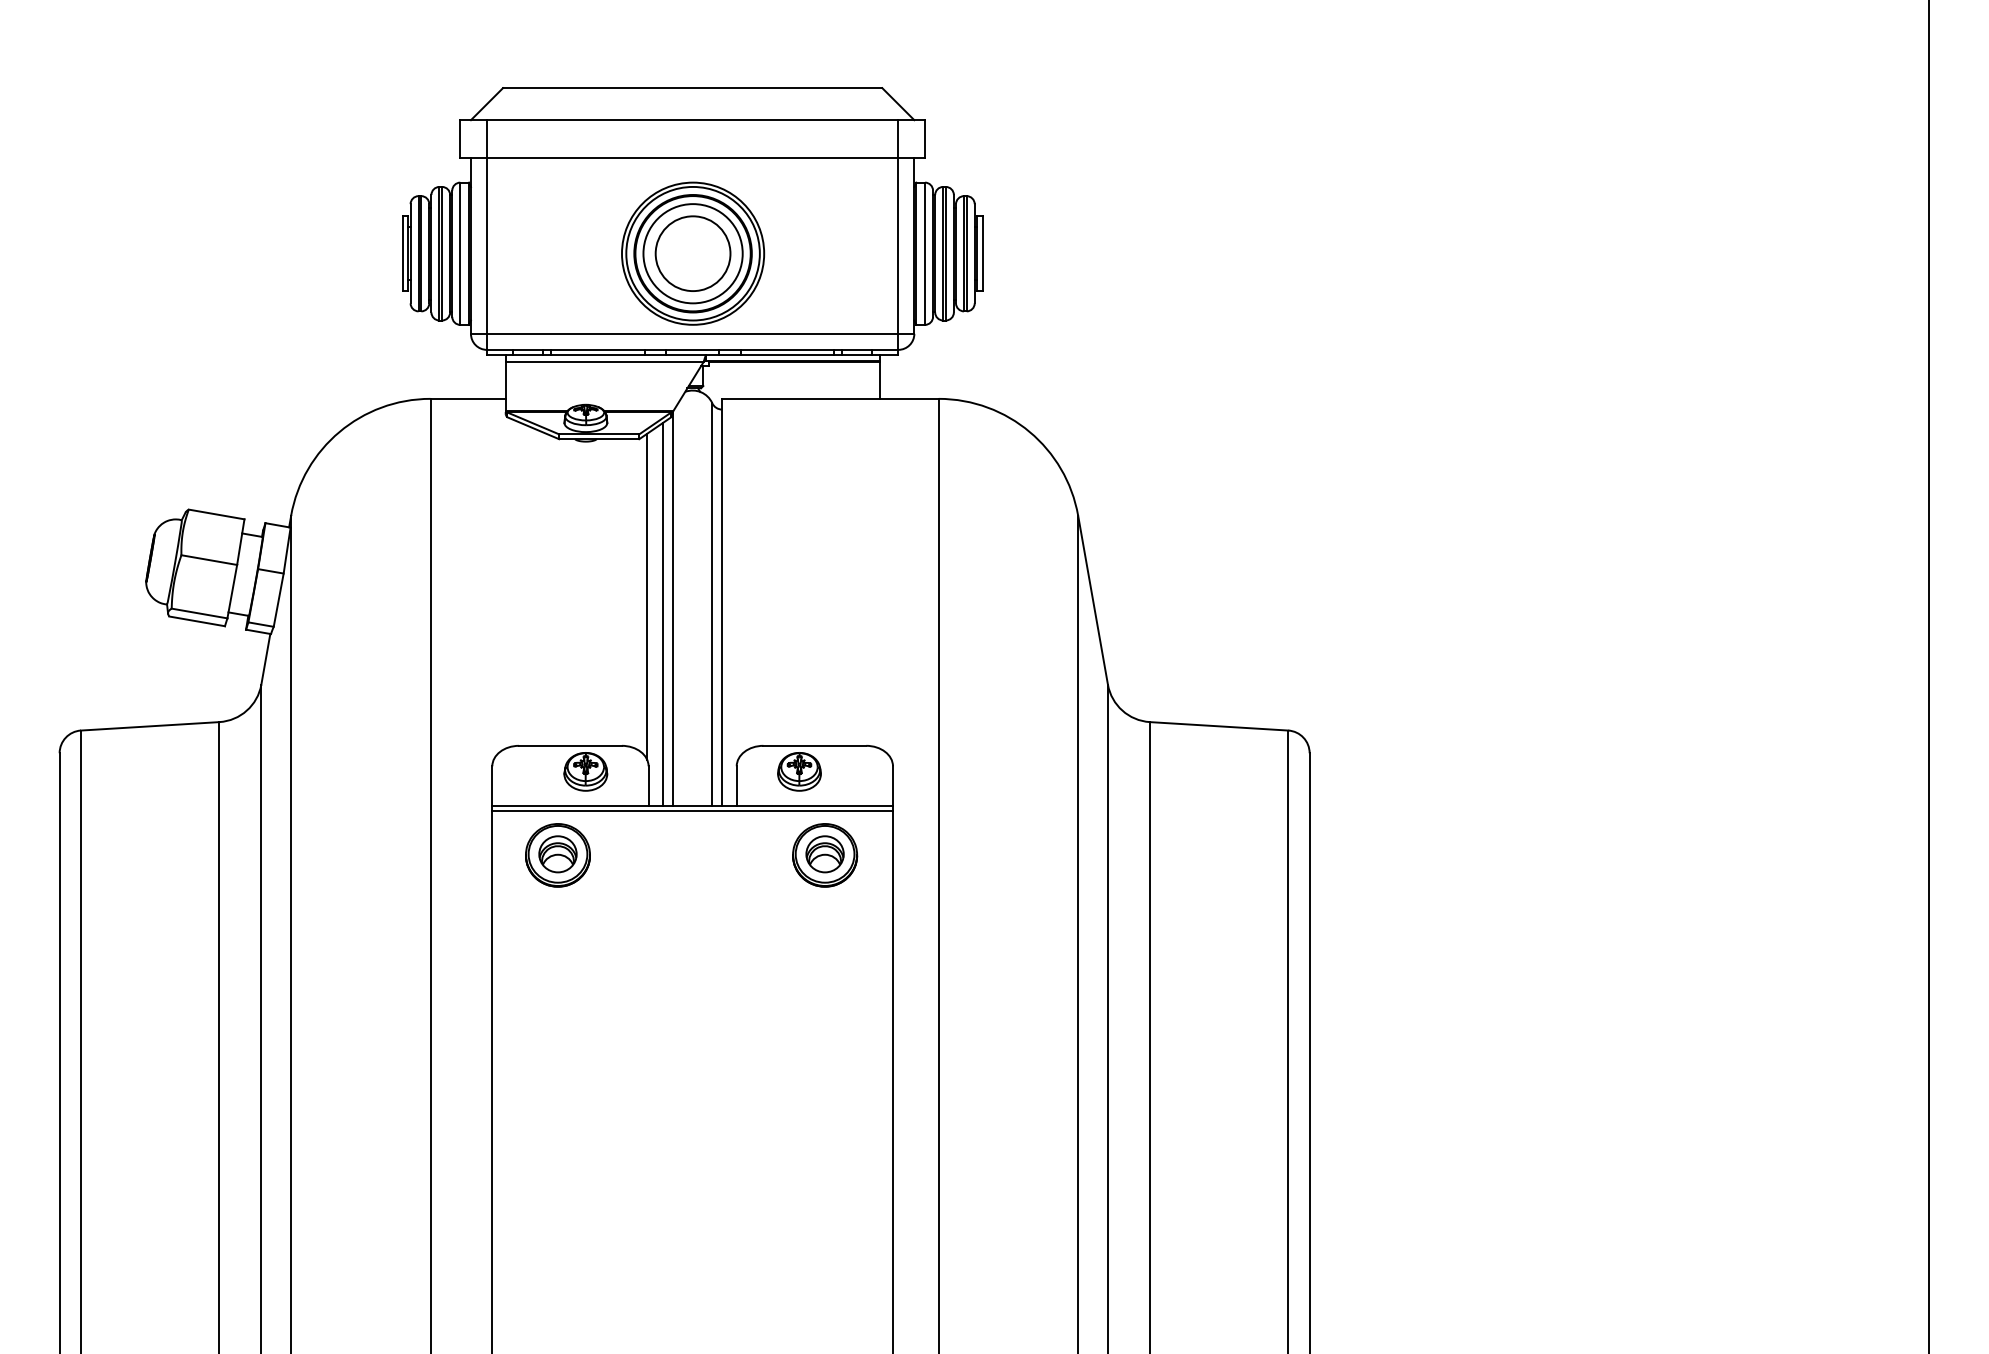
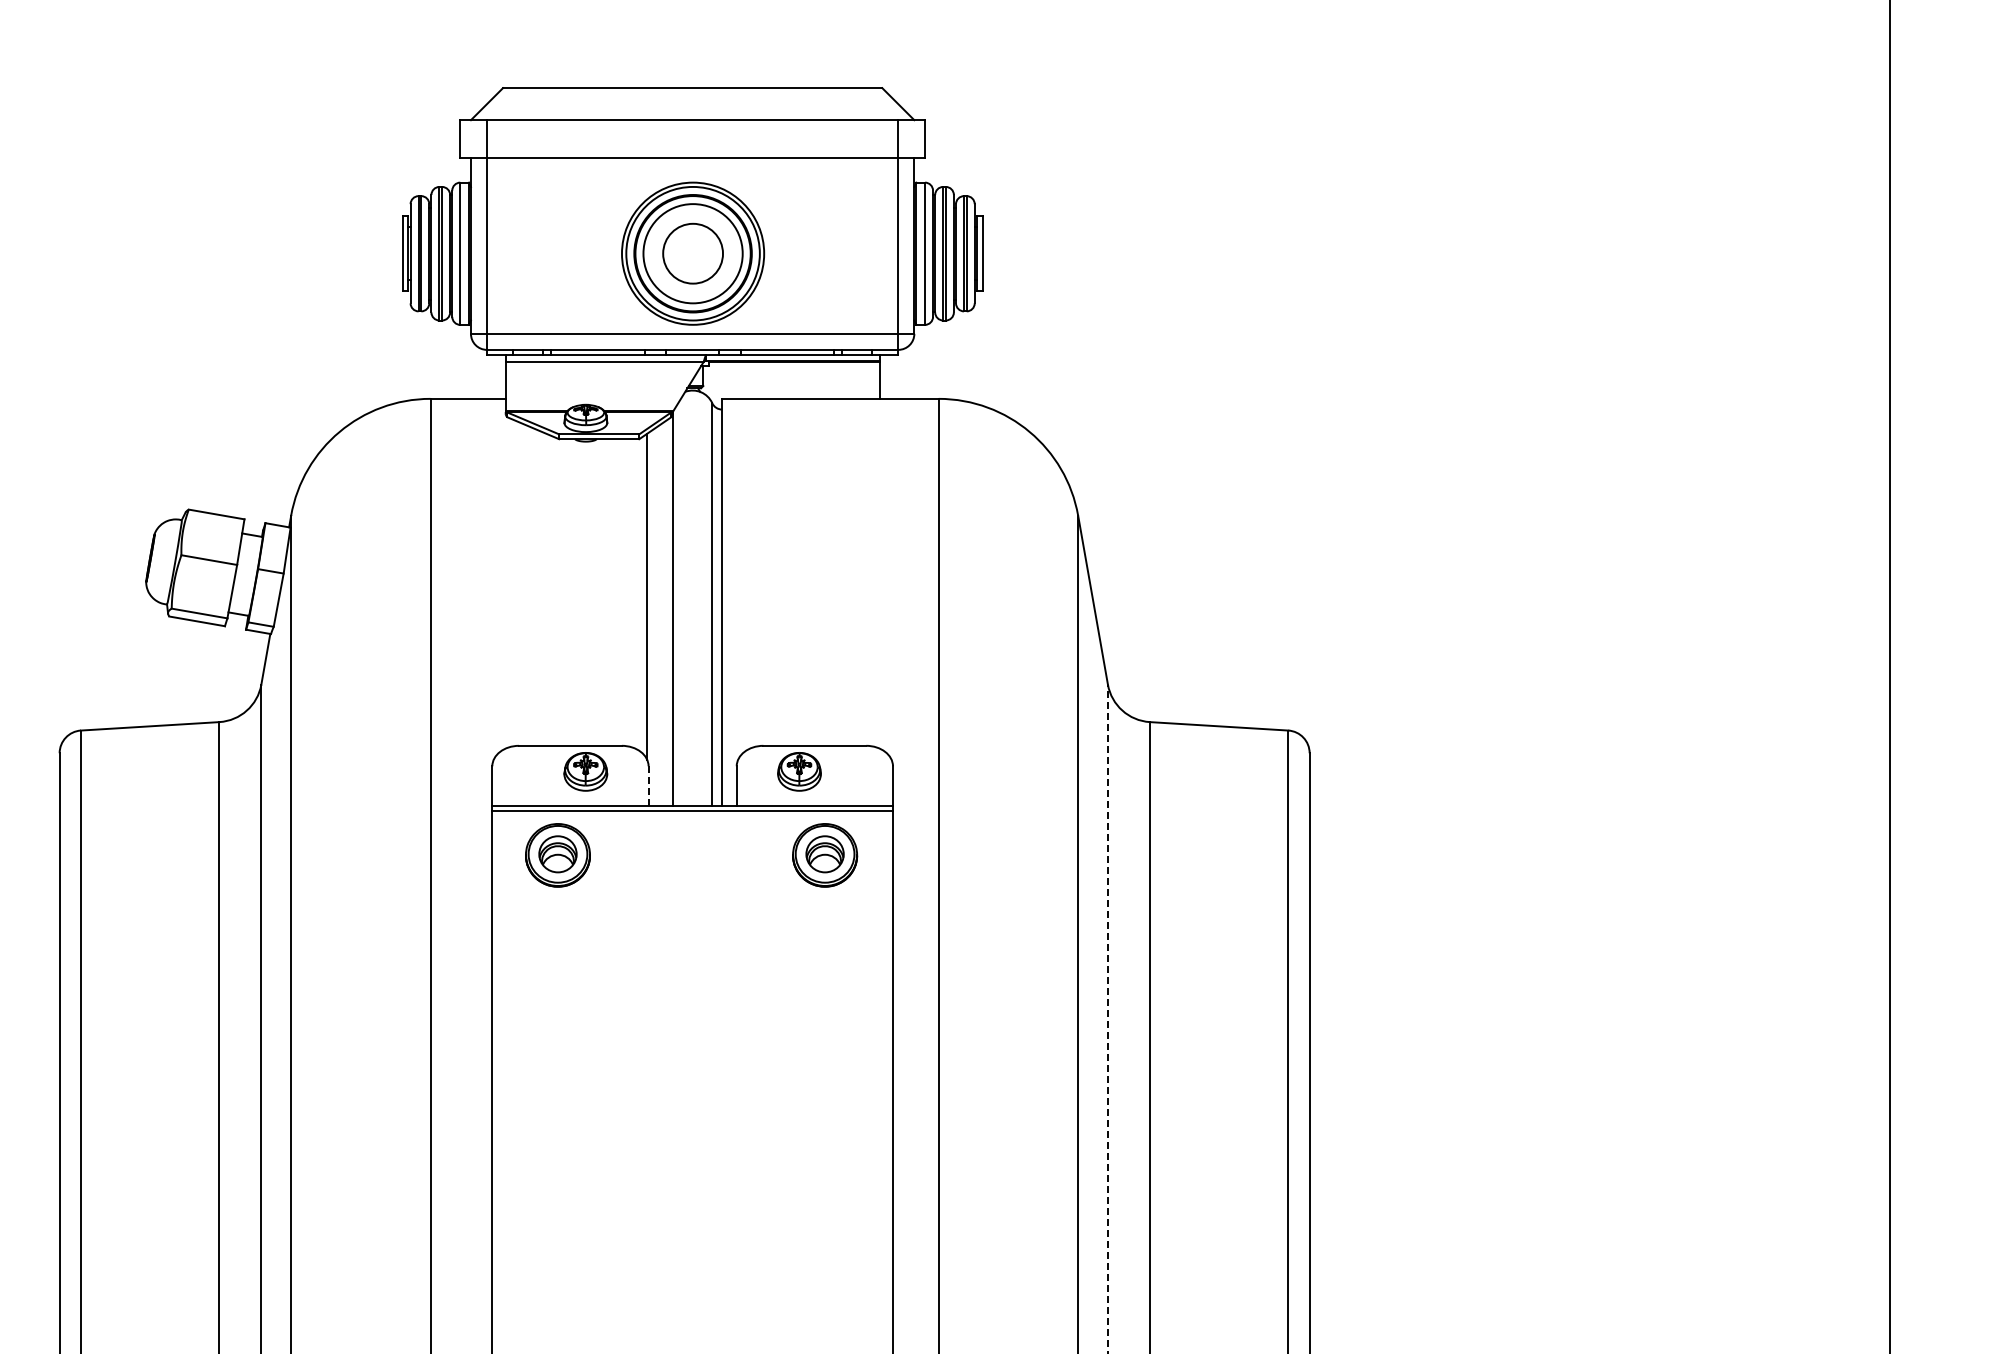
circle at (692, 253) diameter: 75 px -> 60 px
line at (663, 614): present -> none
line at (1929, 676) position: (1929, 676) -> (1890, 676)
line at (648, 786): solid -> dashed
line at (1107, 1018): solid -> dashed
